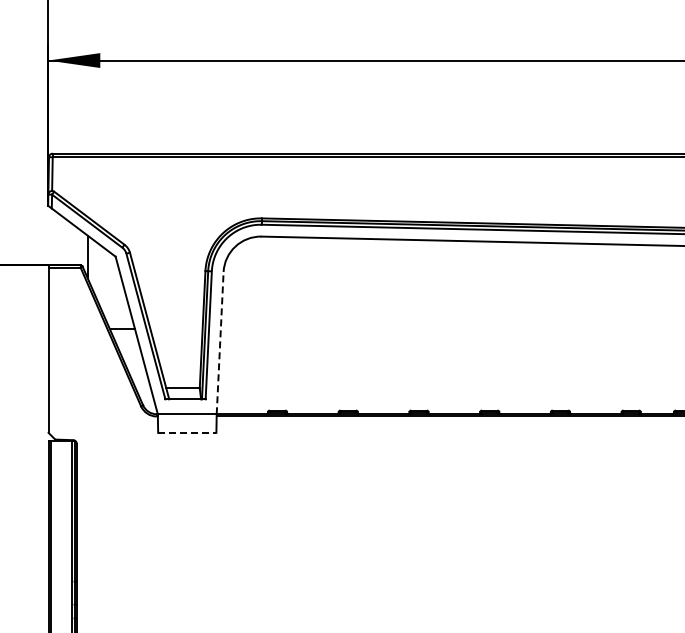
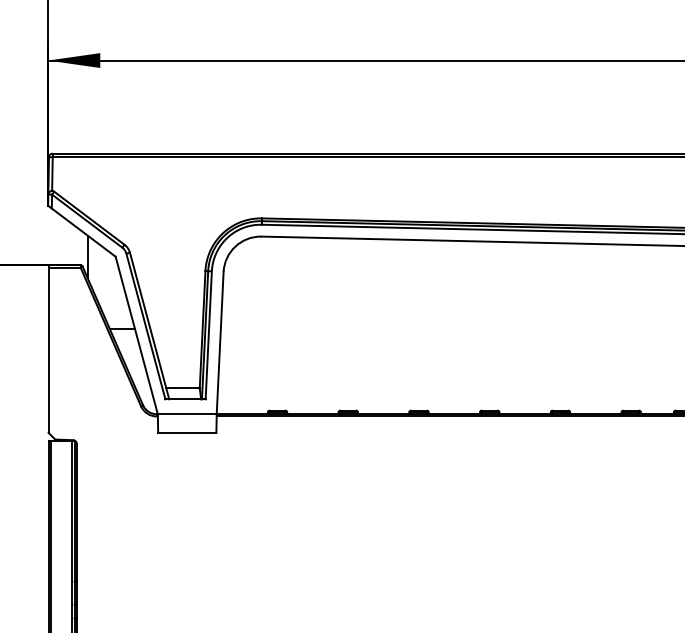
line at (220, 342): dashed -> solid
line at (187, 432): dashed -> solid
